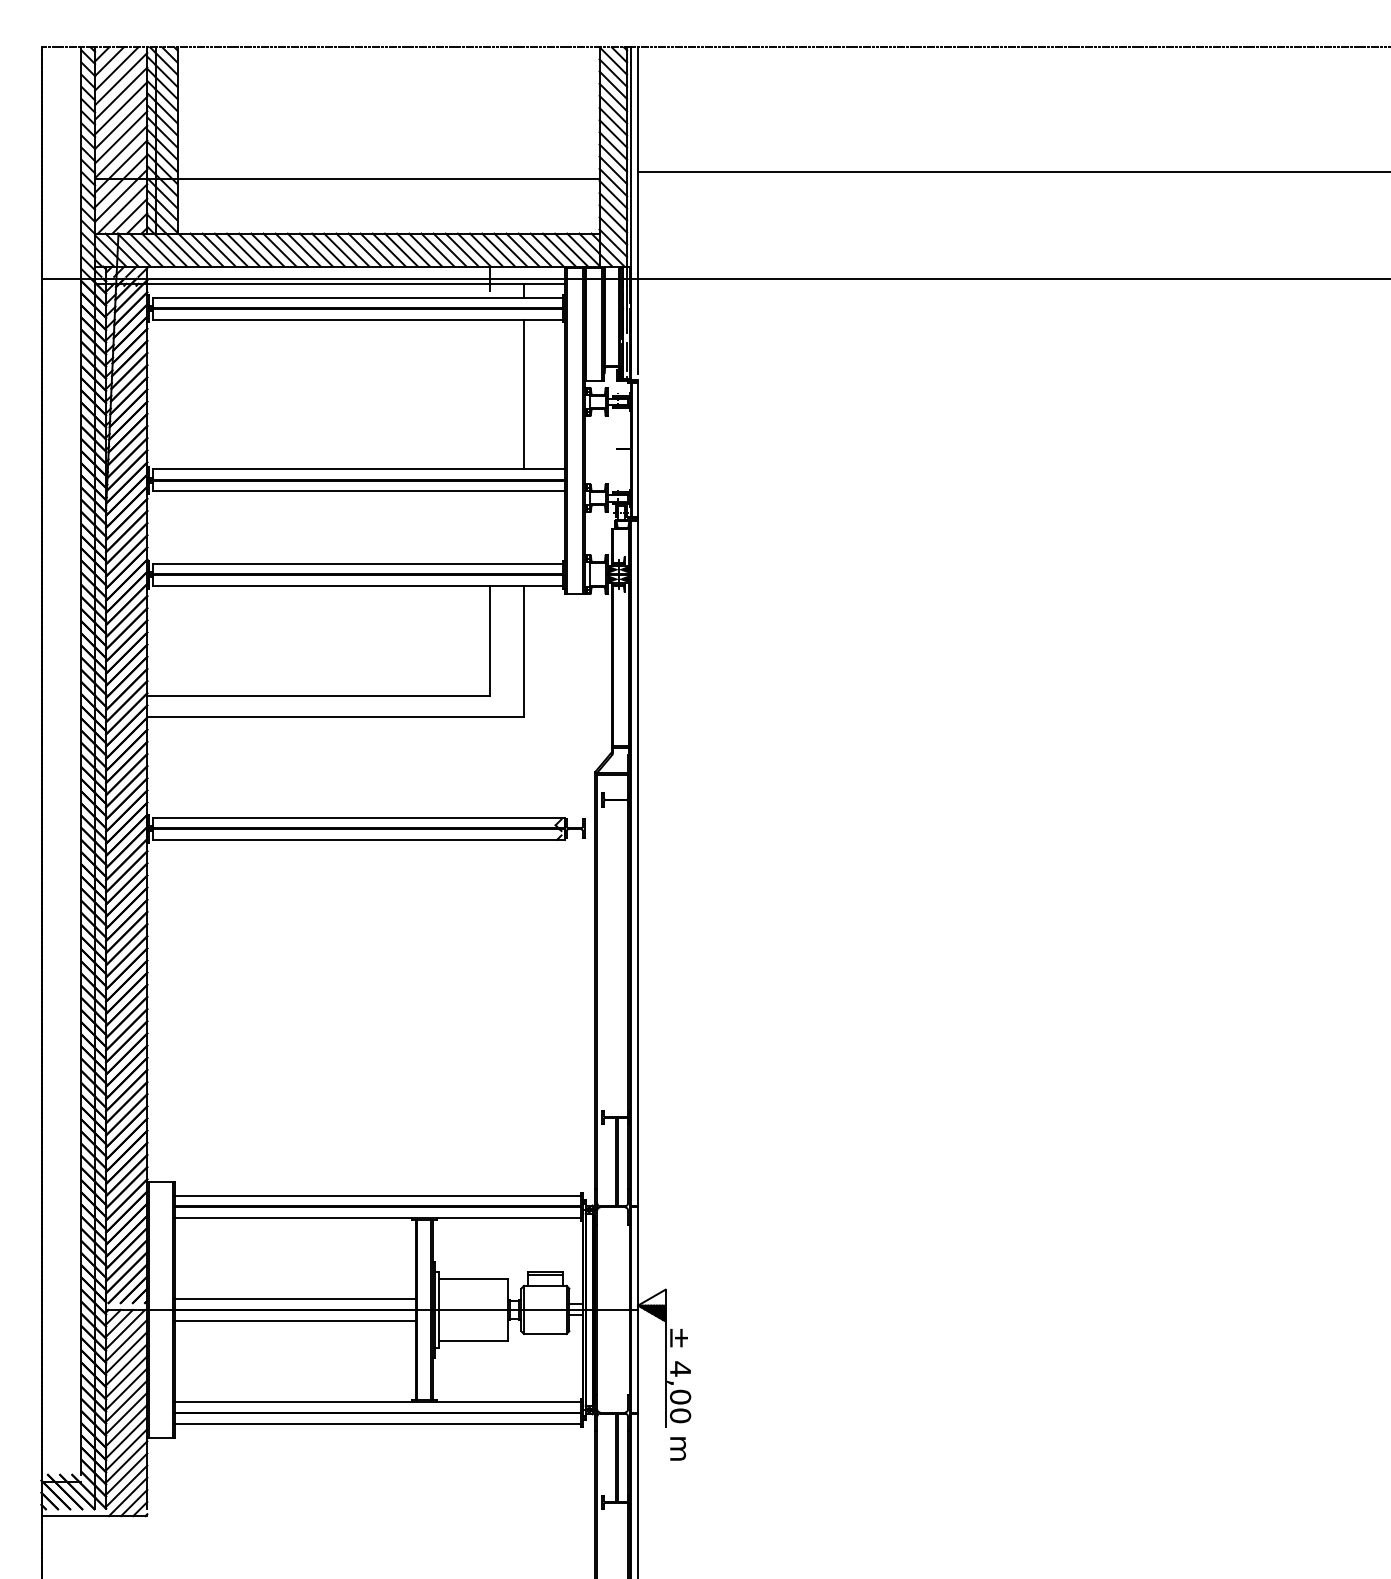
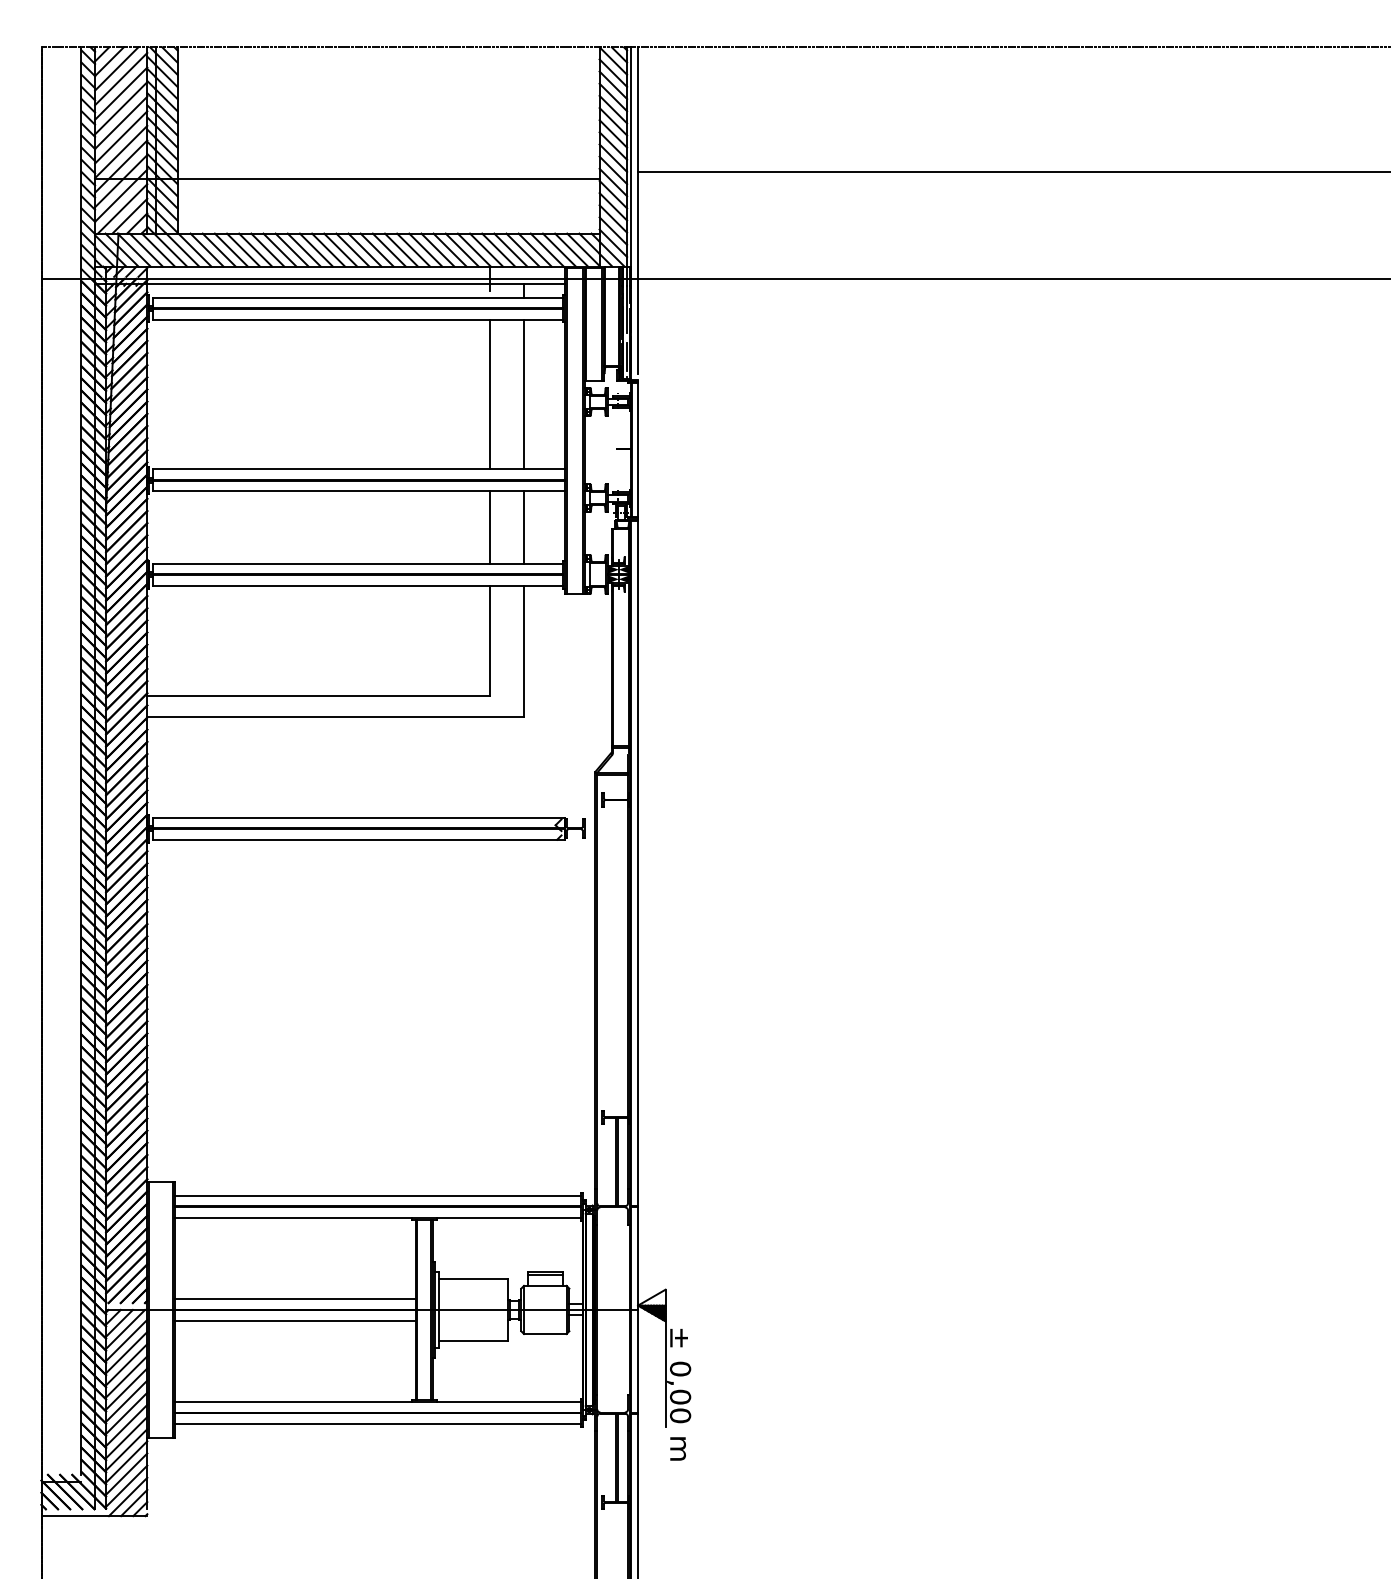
line at (489, 394): none -> present
line at (489, 527): none -> present
line at (524, 527): none -> present
text at (680, 1368): 4,00 -> 0,00
